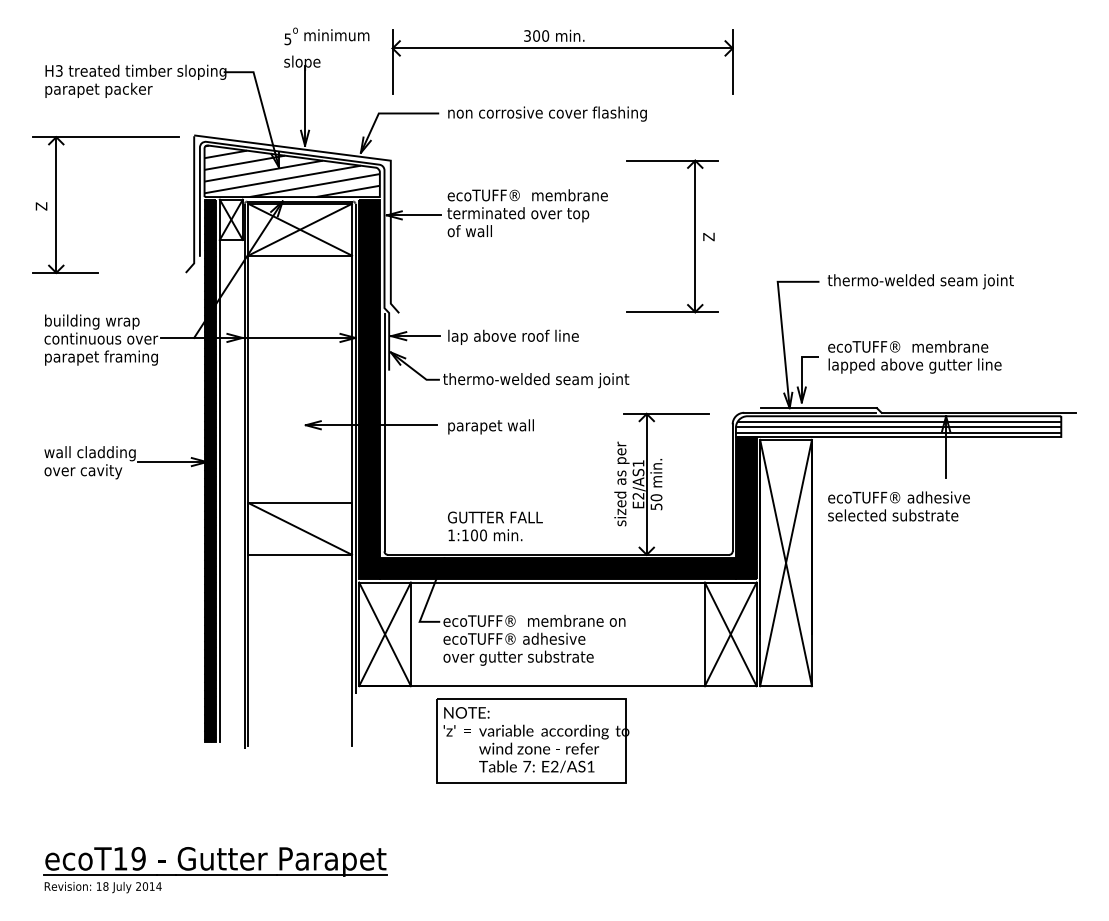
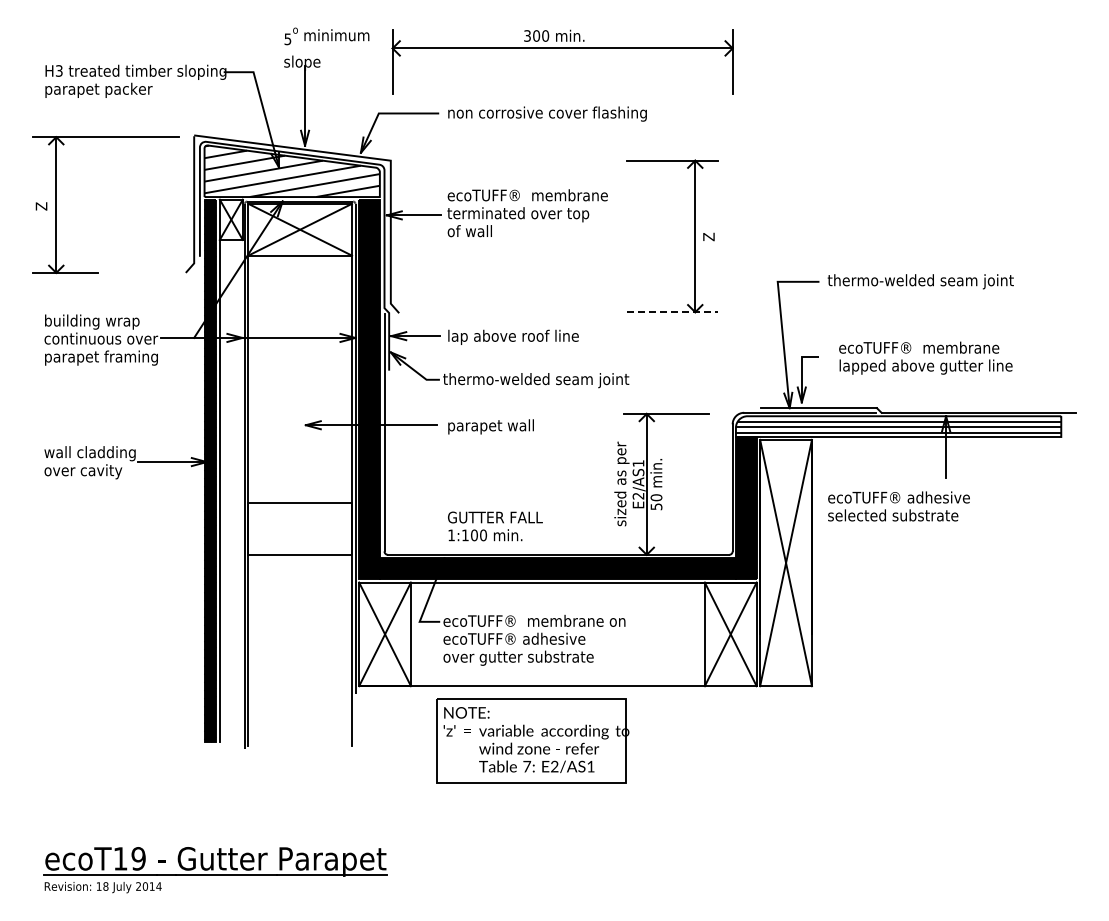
line at (672, 312): solid -> dashed
text at (914, 356) position: (914, 356) -> (925, 357)
line at (300, 528): present -> none
